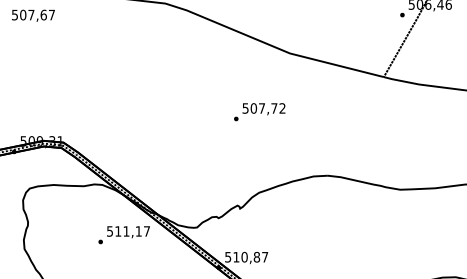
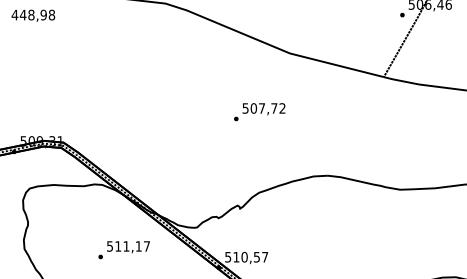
text at (33, 14): 507,67 -> 448,98
text at (123, 235) position: (123, 235) -> (123, 250)
text at (256, 257): 510,87 -> 510,57
